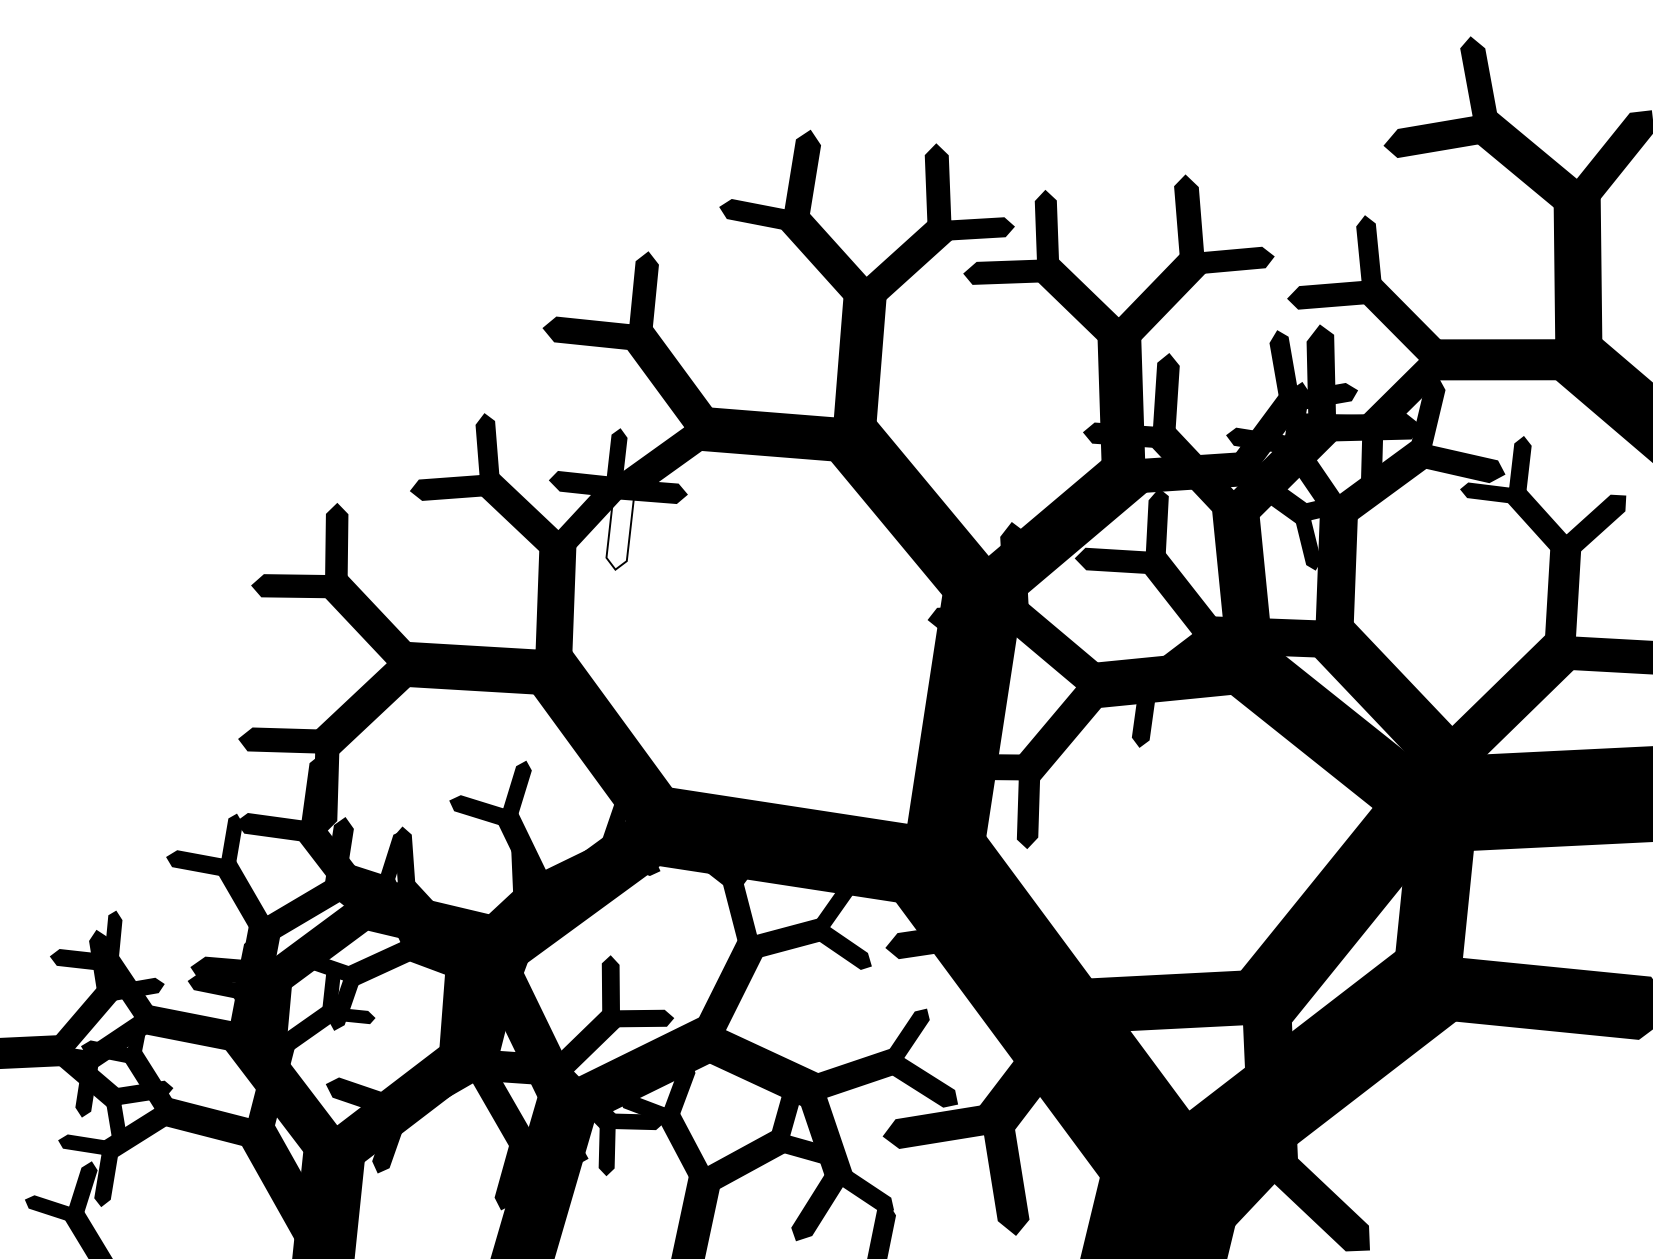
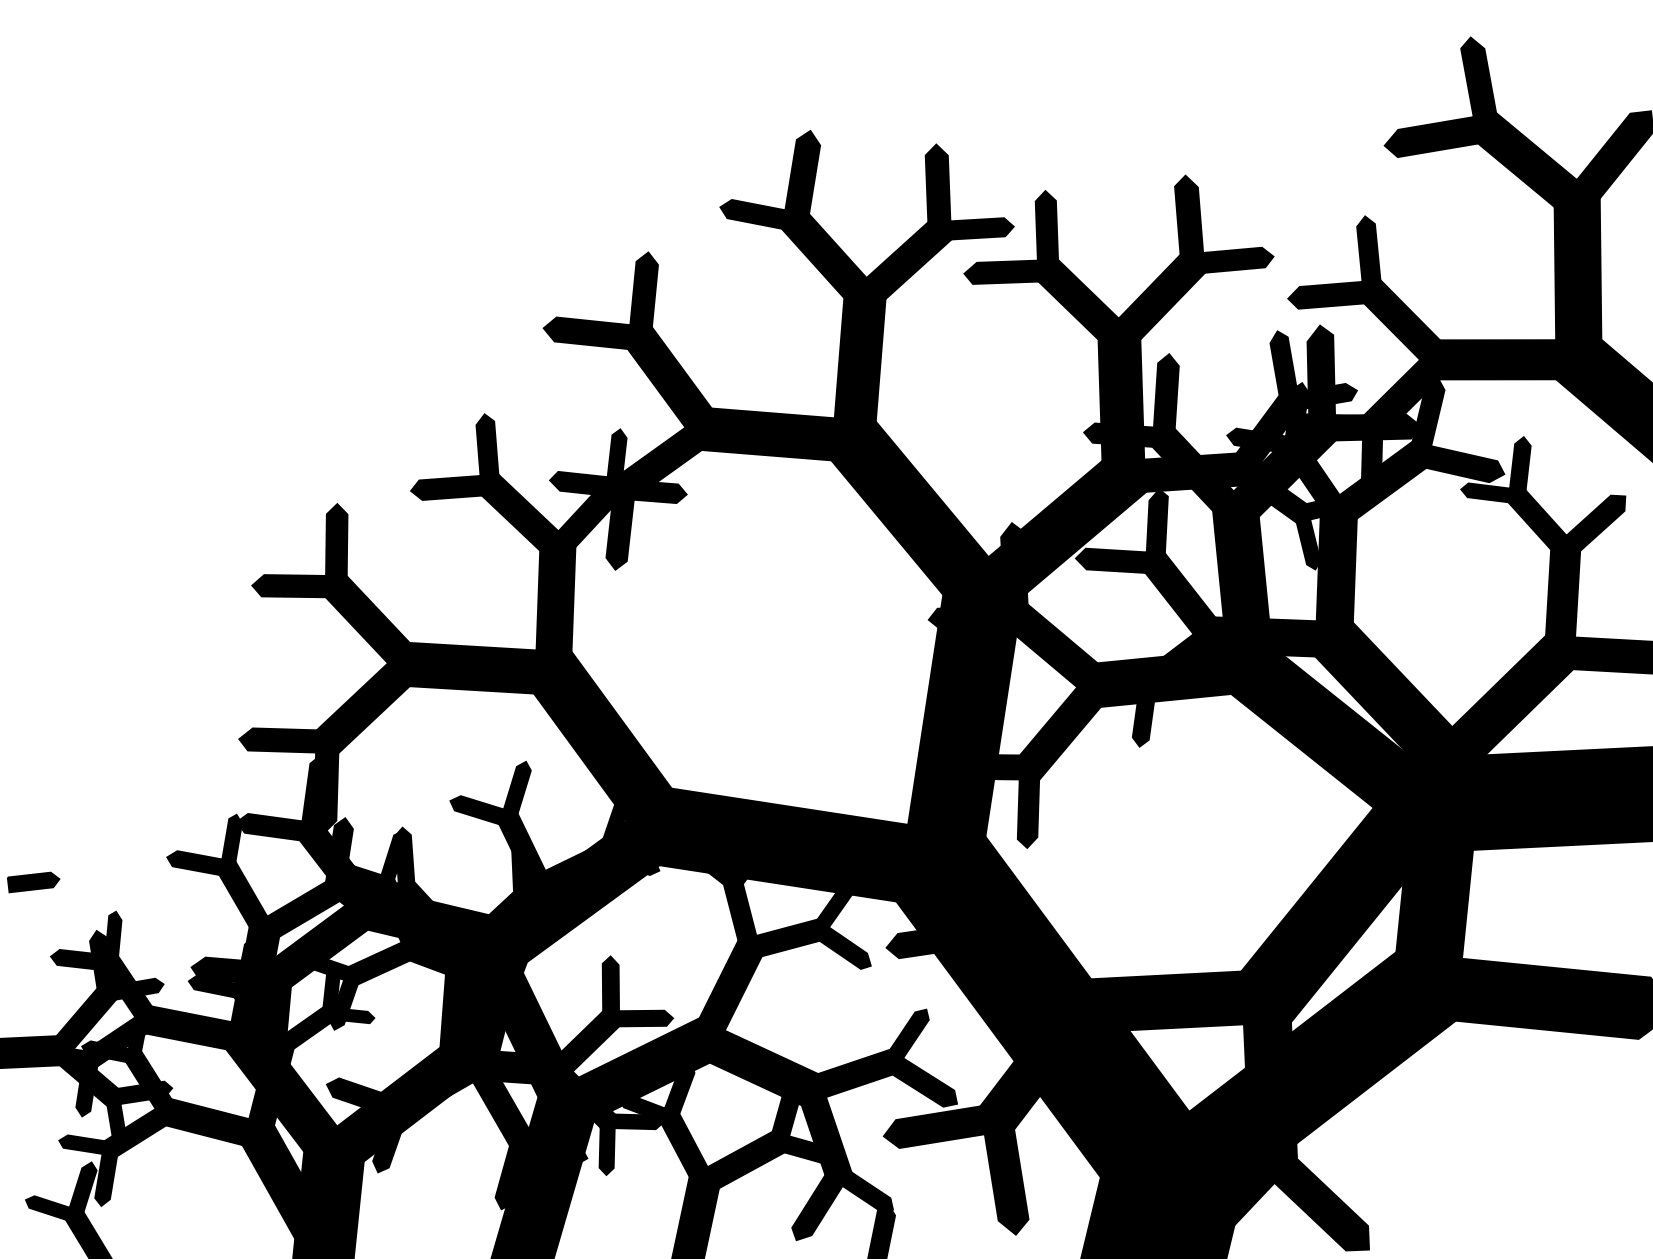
fill at (619, 532): none -> present
part at (33, 882): none -> present
